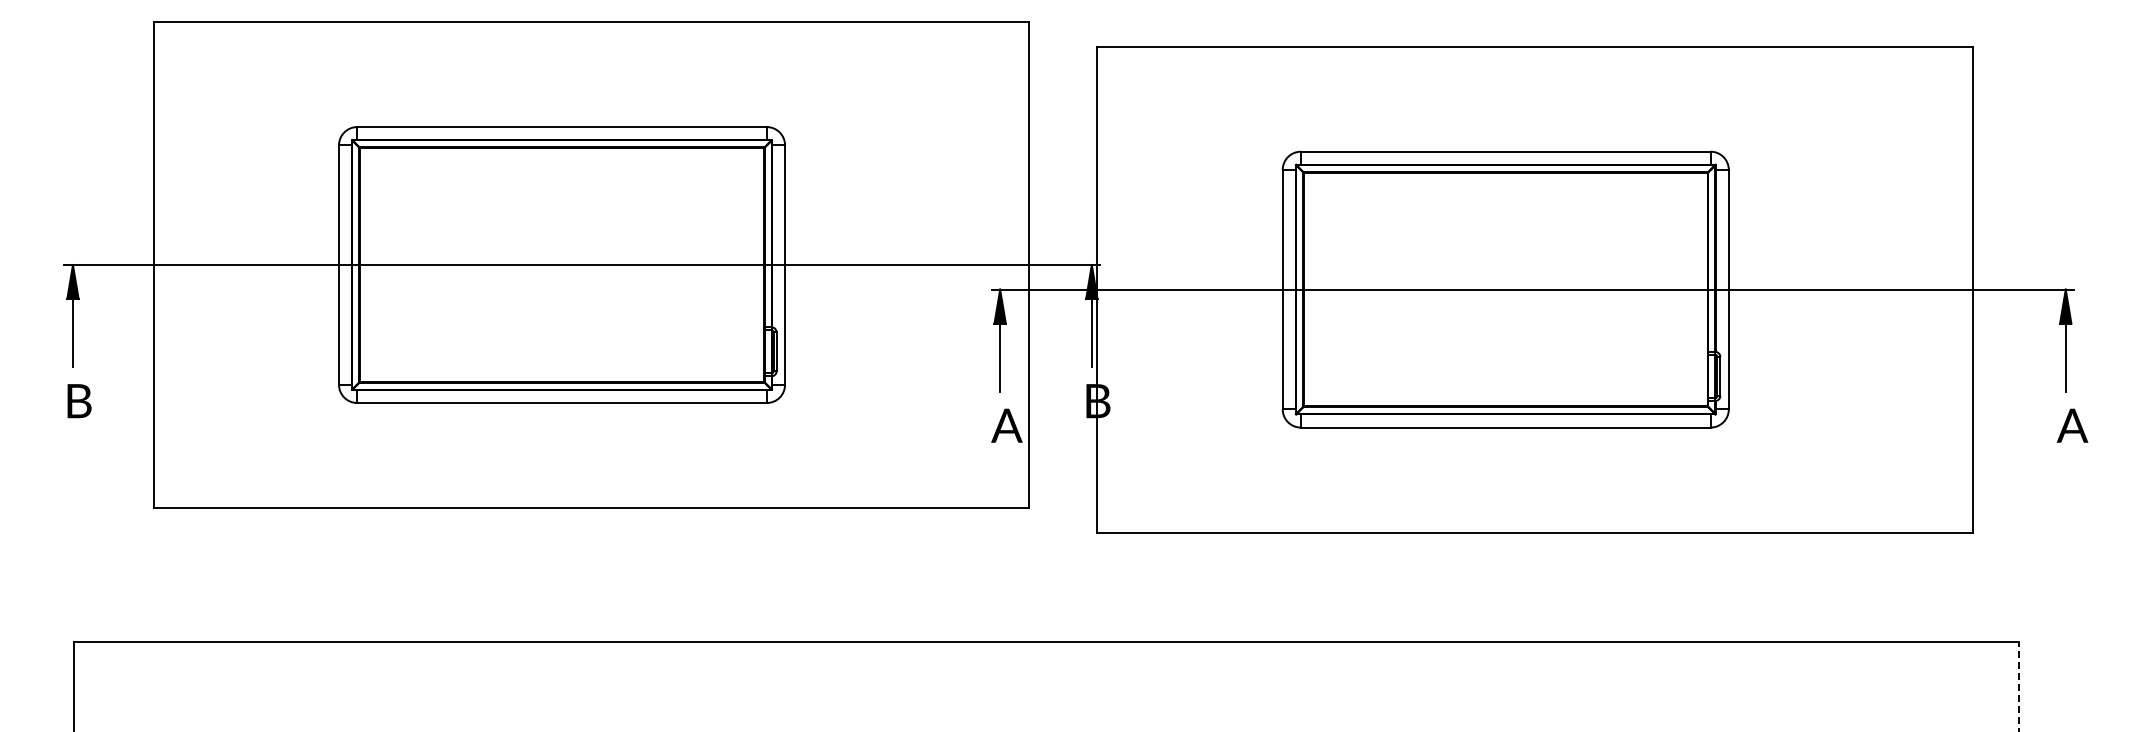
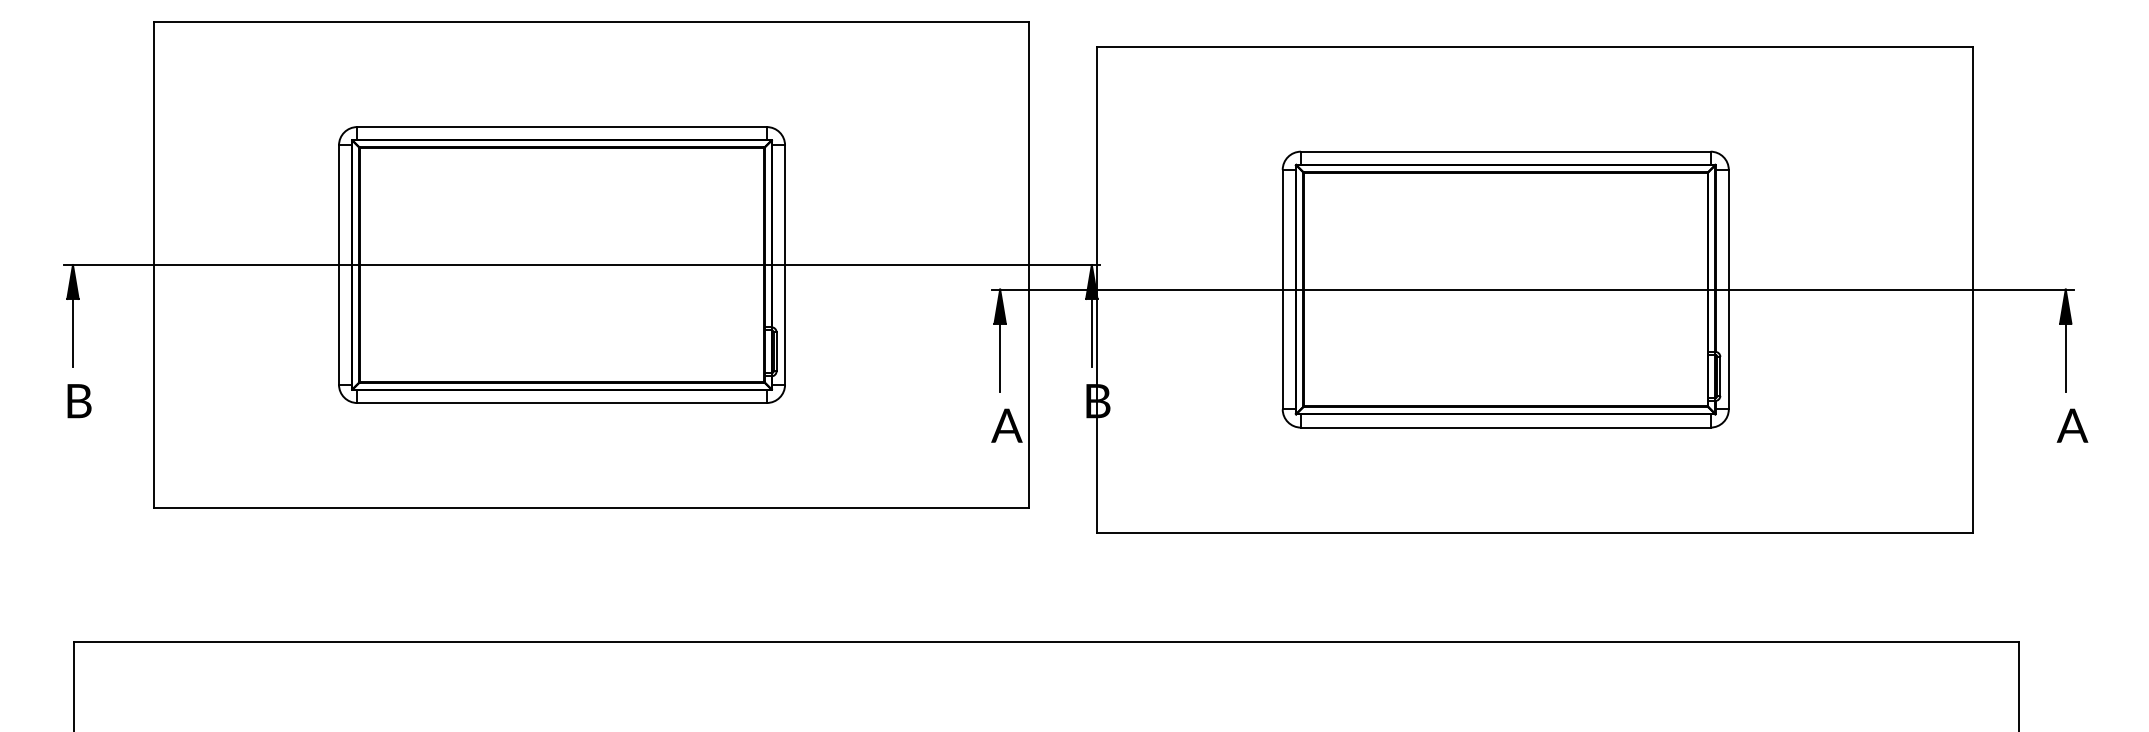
line at (2018, 686): dashed -> solid
